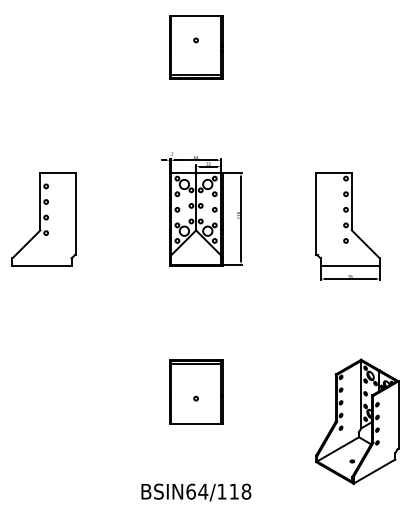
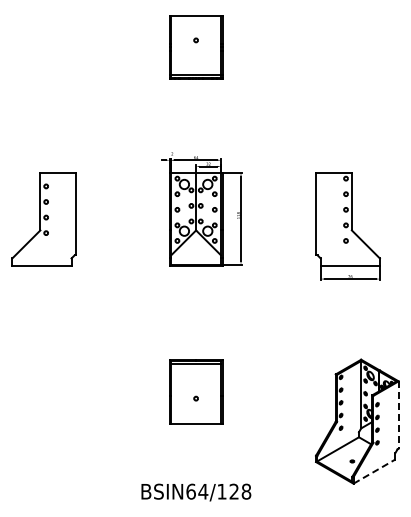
line at (398, 415): solid -> dashed
line at (374, 471): solid -> dashed
text at (233, 491): BSIN64/118 -> BSIN64/128
